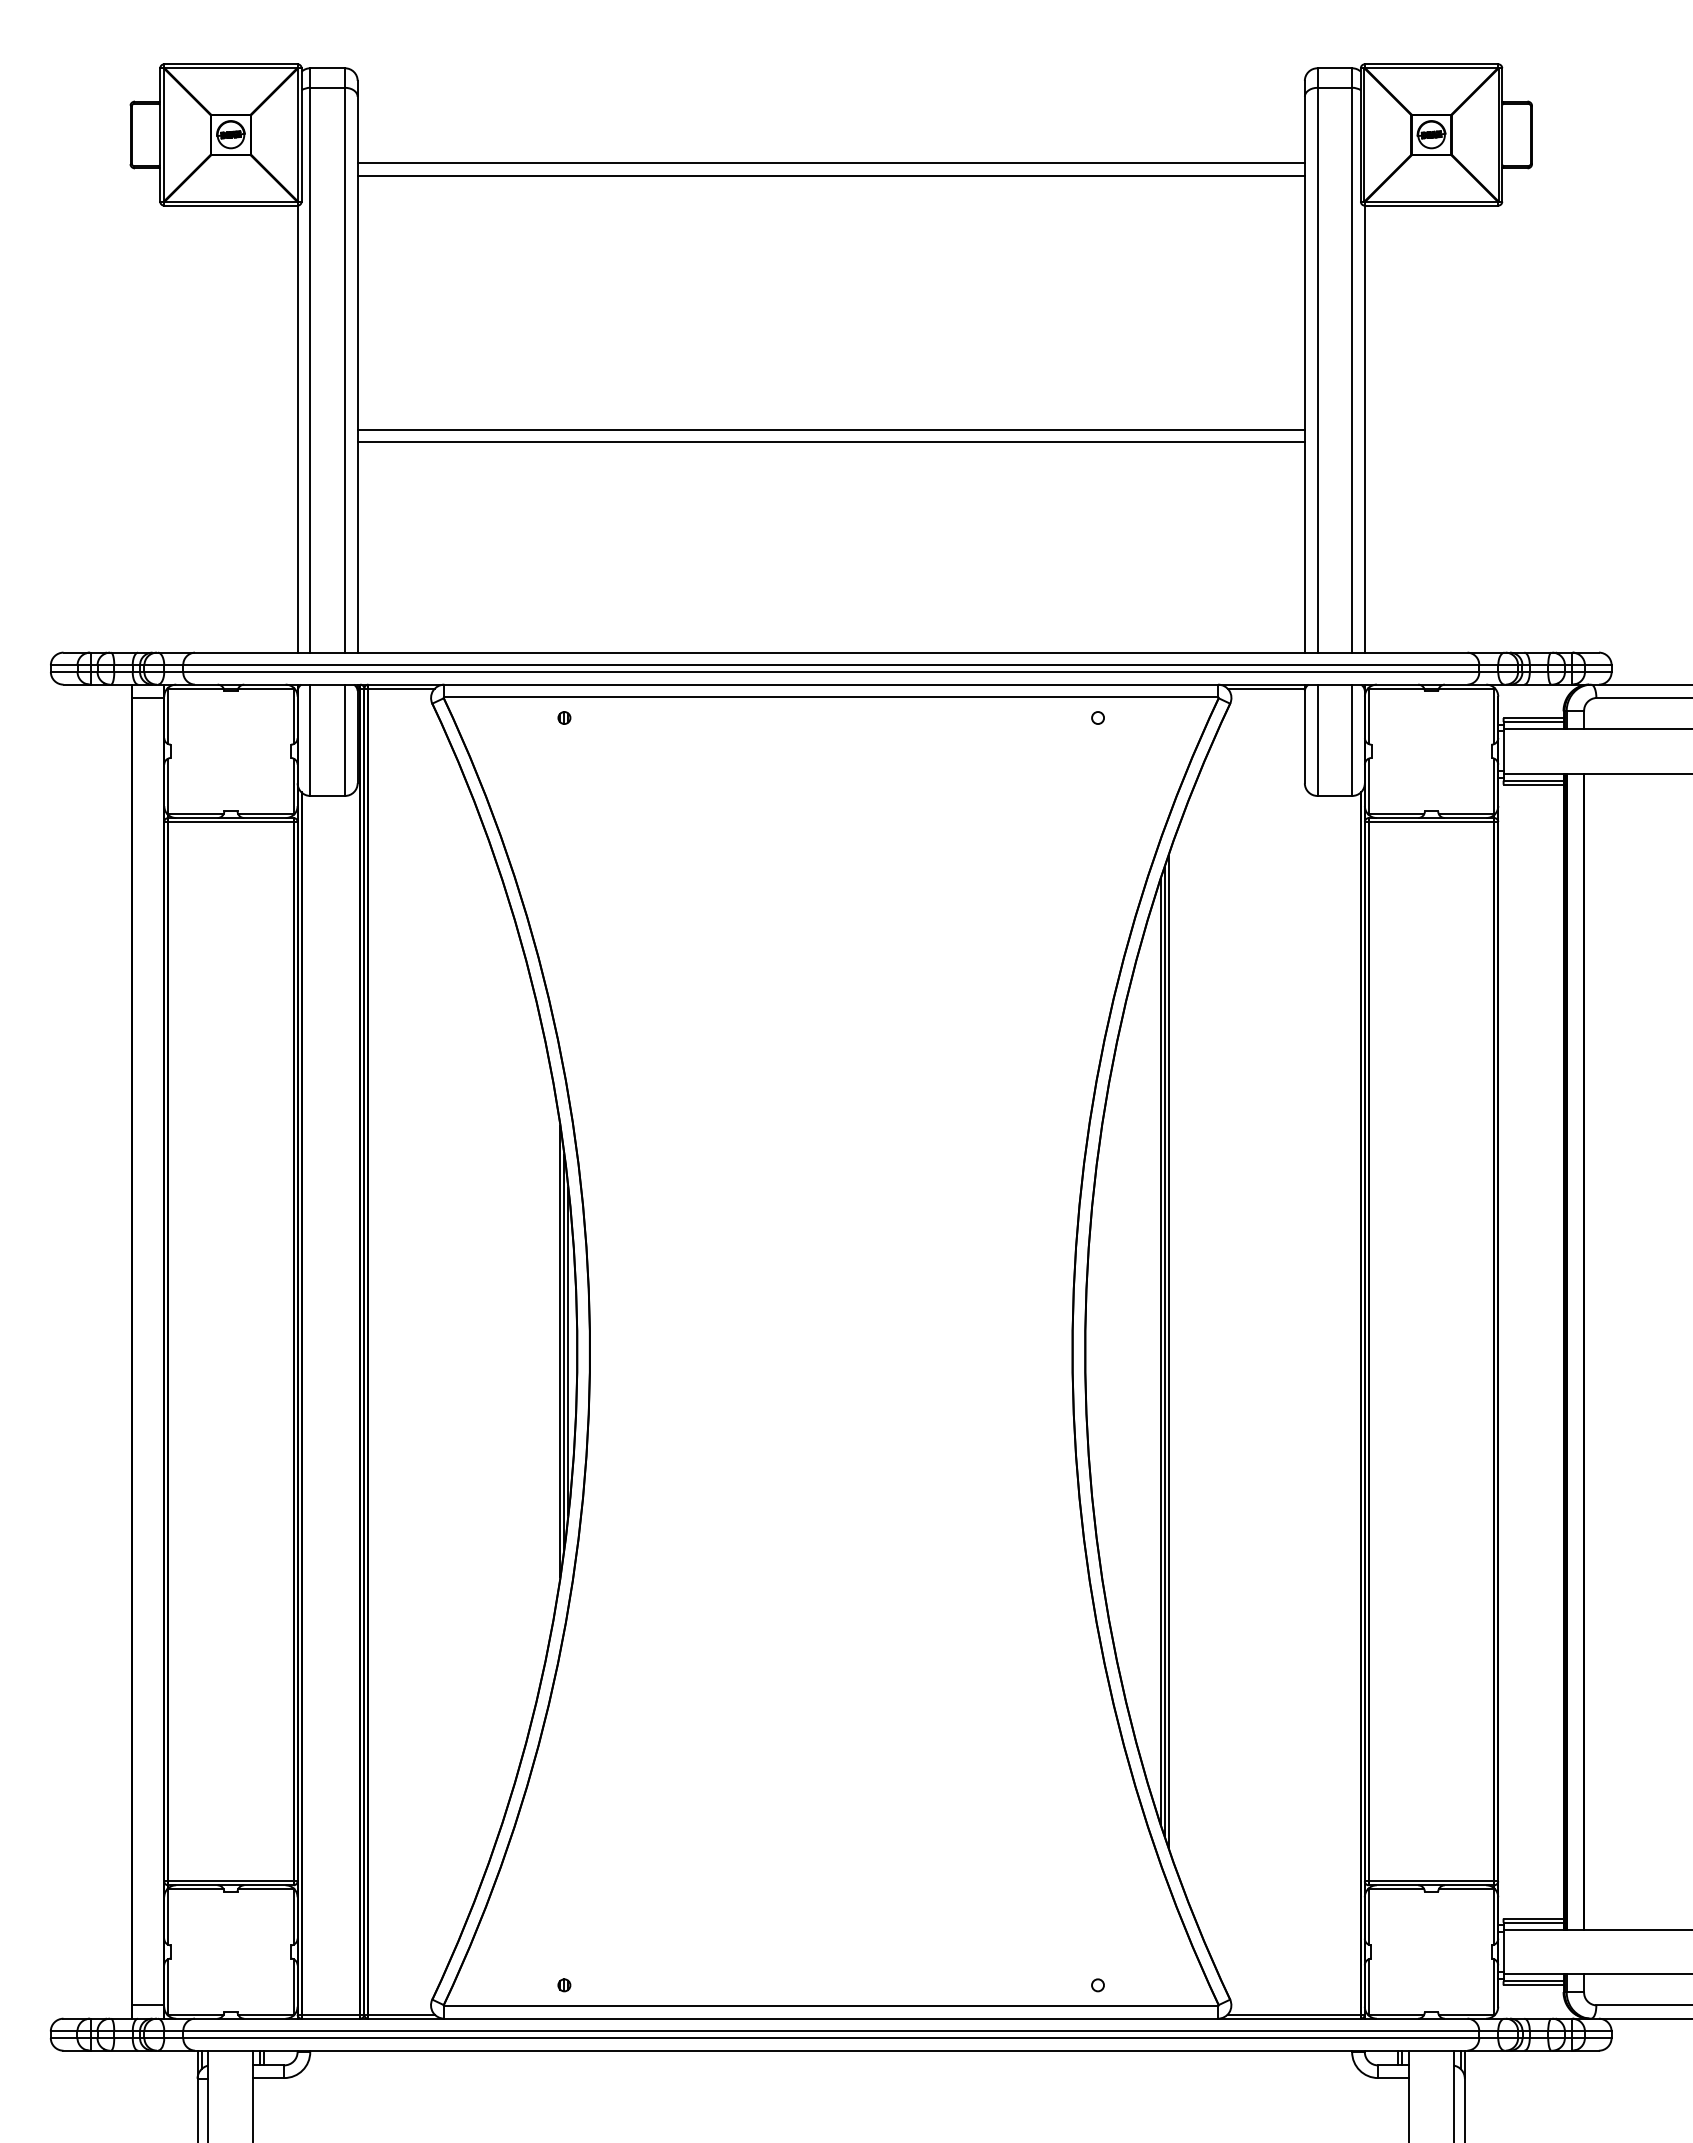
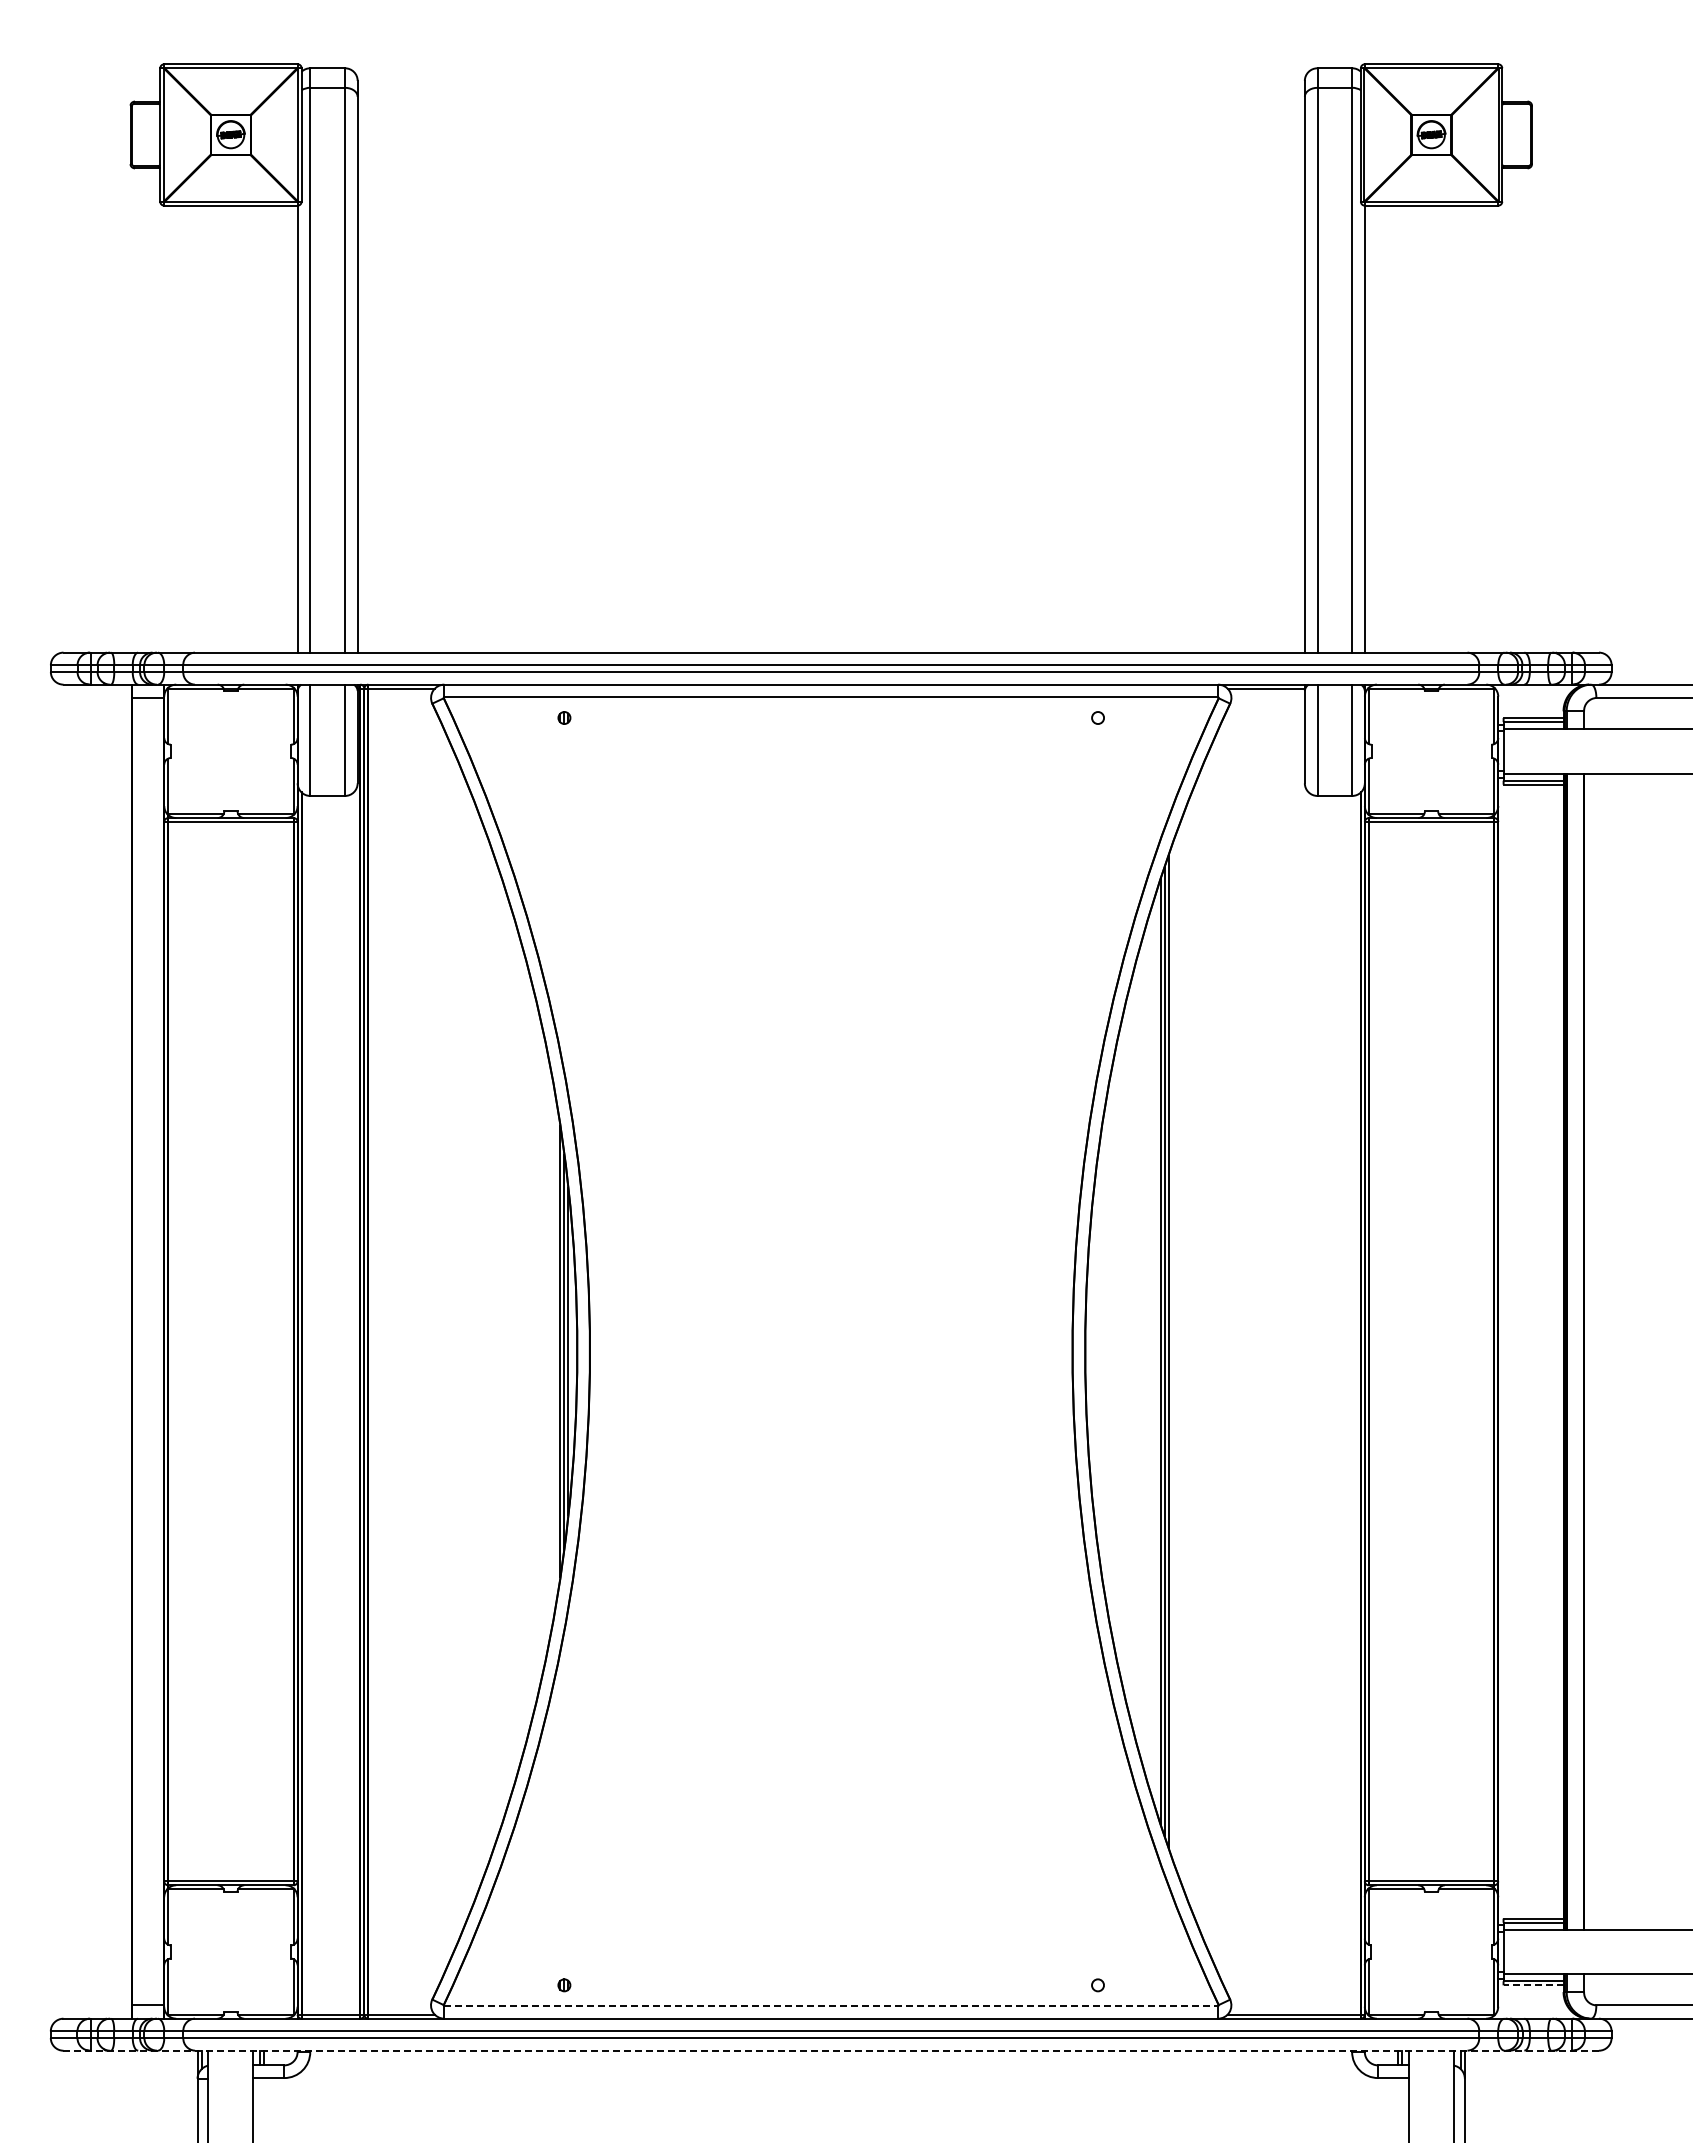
line at (830, 163): present -> none
line at (830, 175): present -> none
line at (830, 429): present -> none
line at (830, 442): present -> none
line at (1533, 1985): solid -> dashed
line at (831, 2006): solid -> dashed
line at (831, 2050): solid -> dashed
